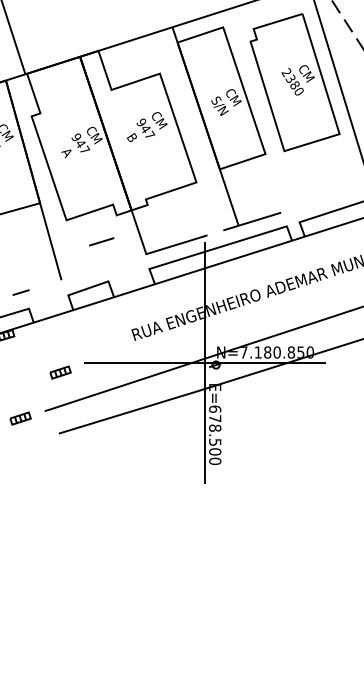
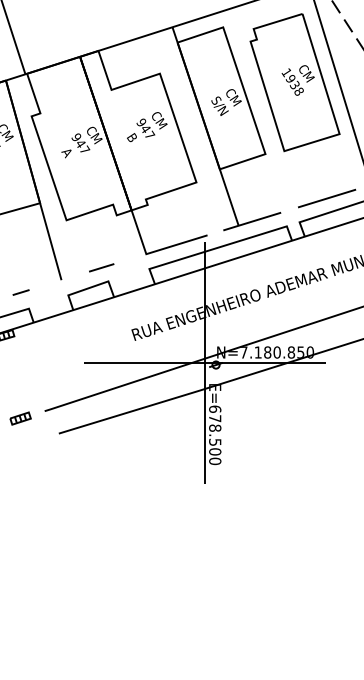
text at (292, 81): 2380 -> 1938
line at (327, 198): none -> present
line at (101, 241) position: (101, 241) -> (101, 267)
part at (60, 372): present -> none
